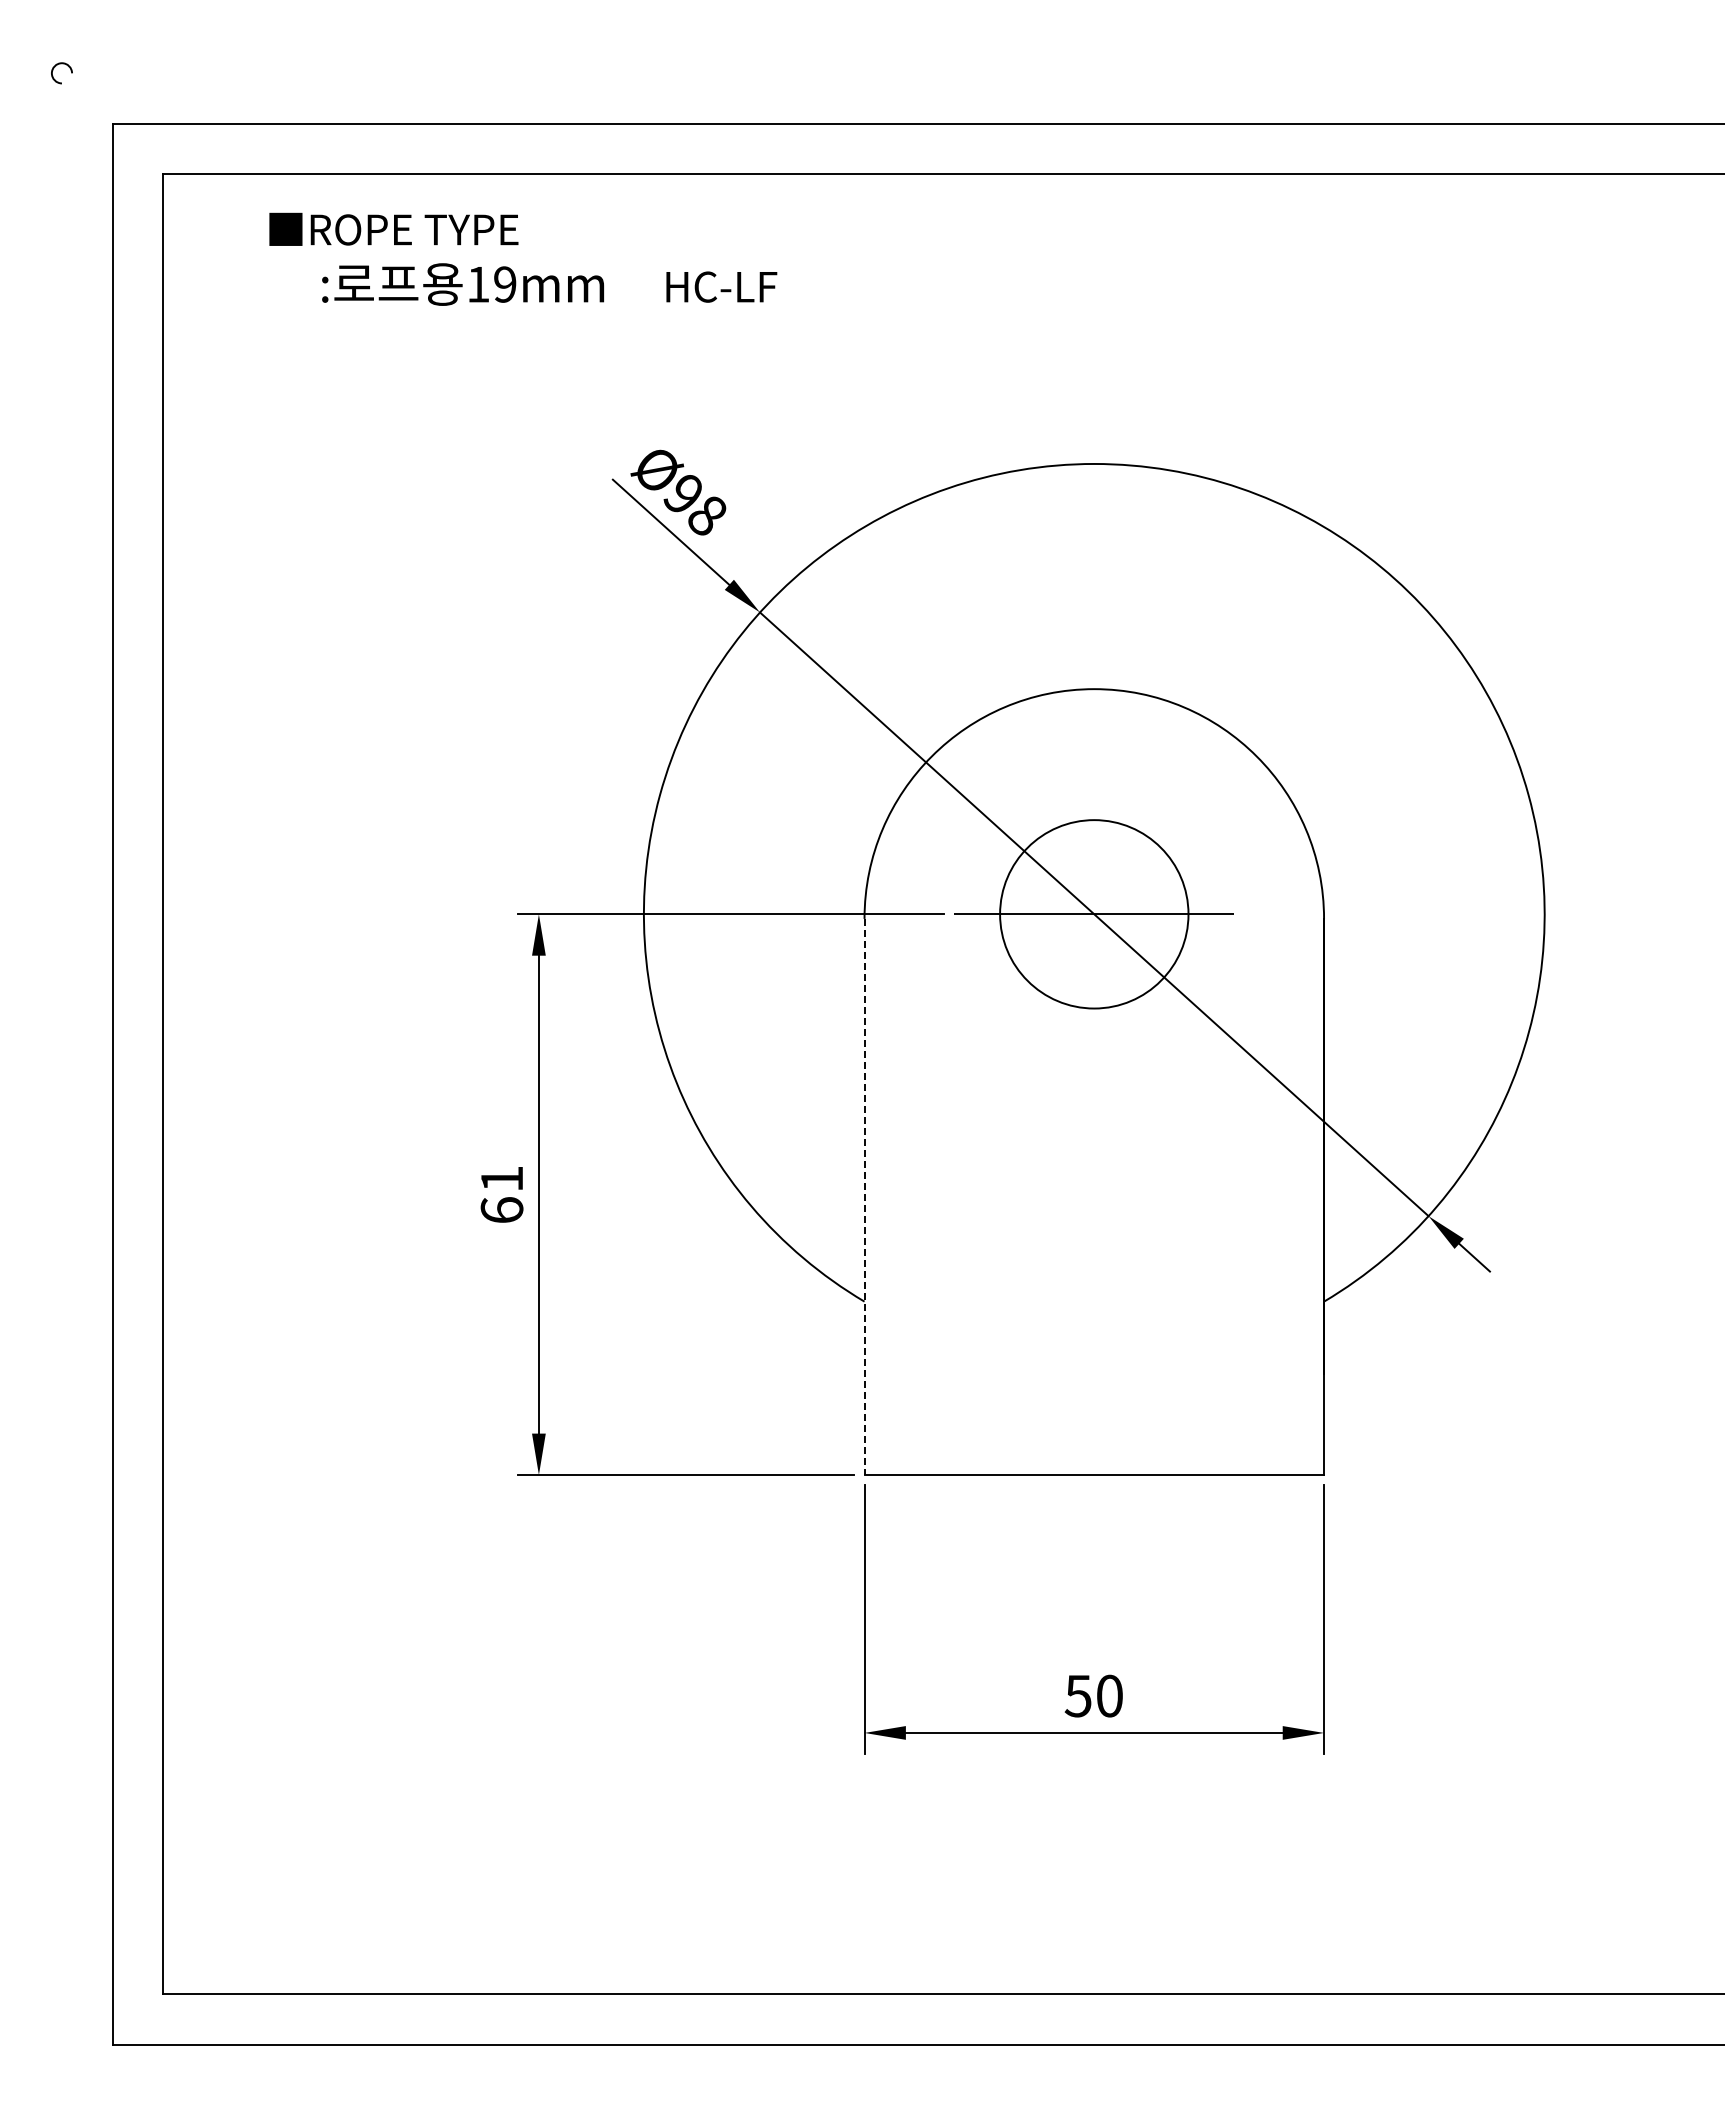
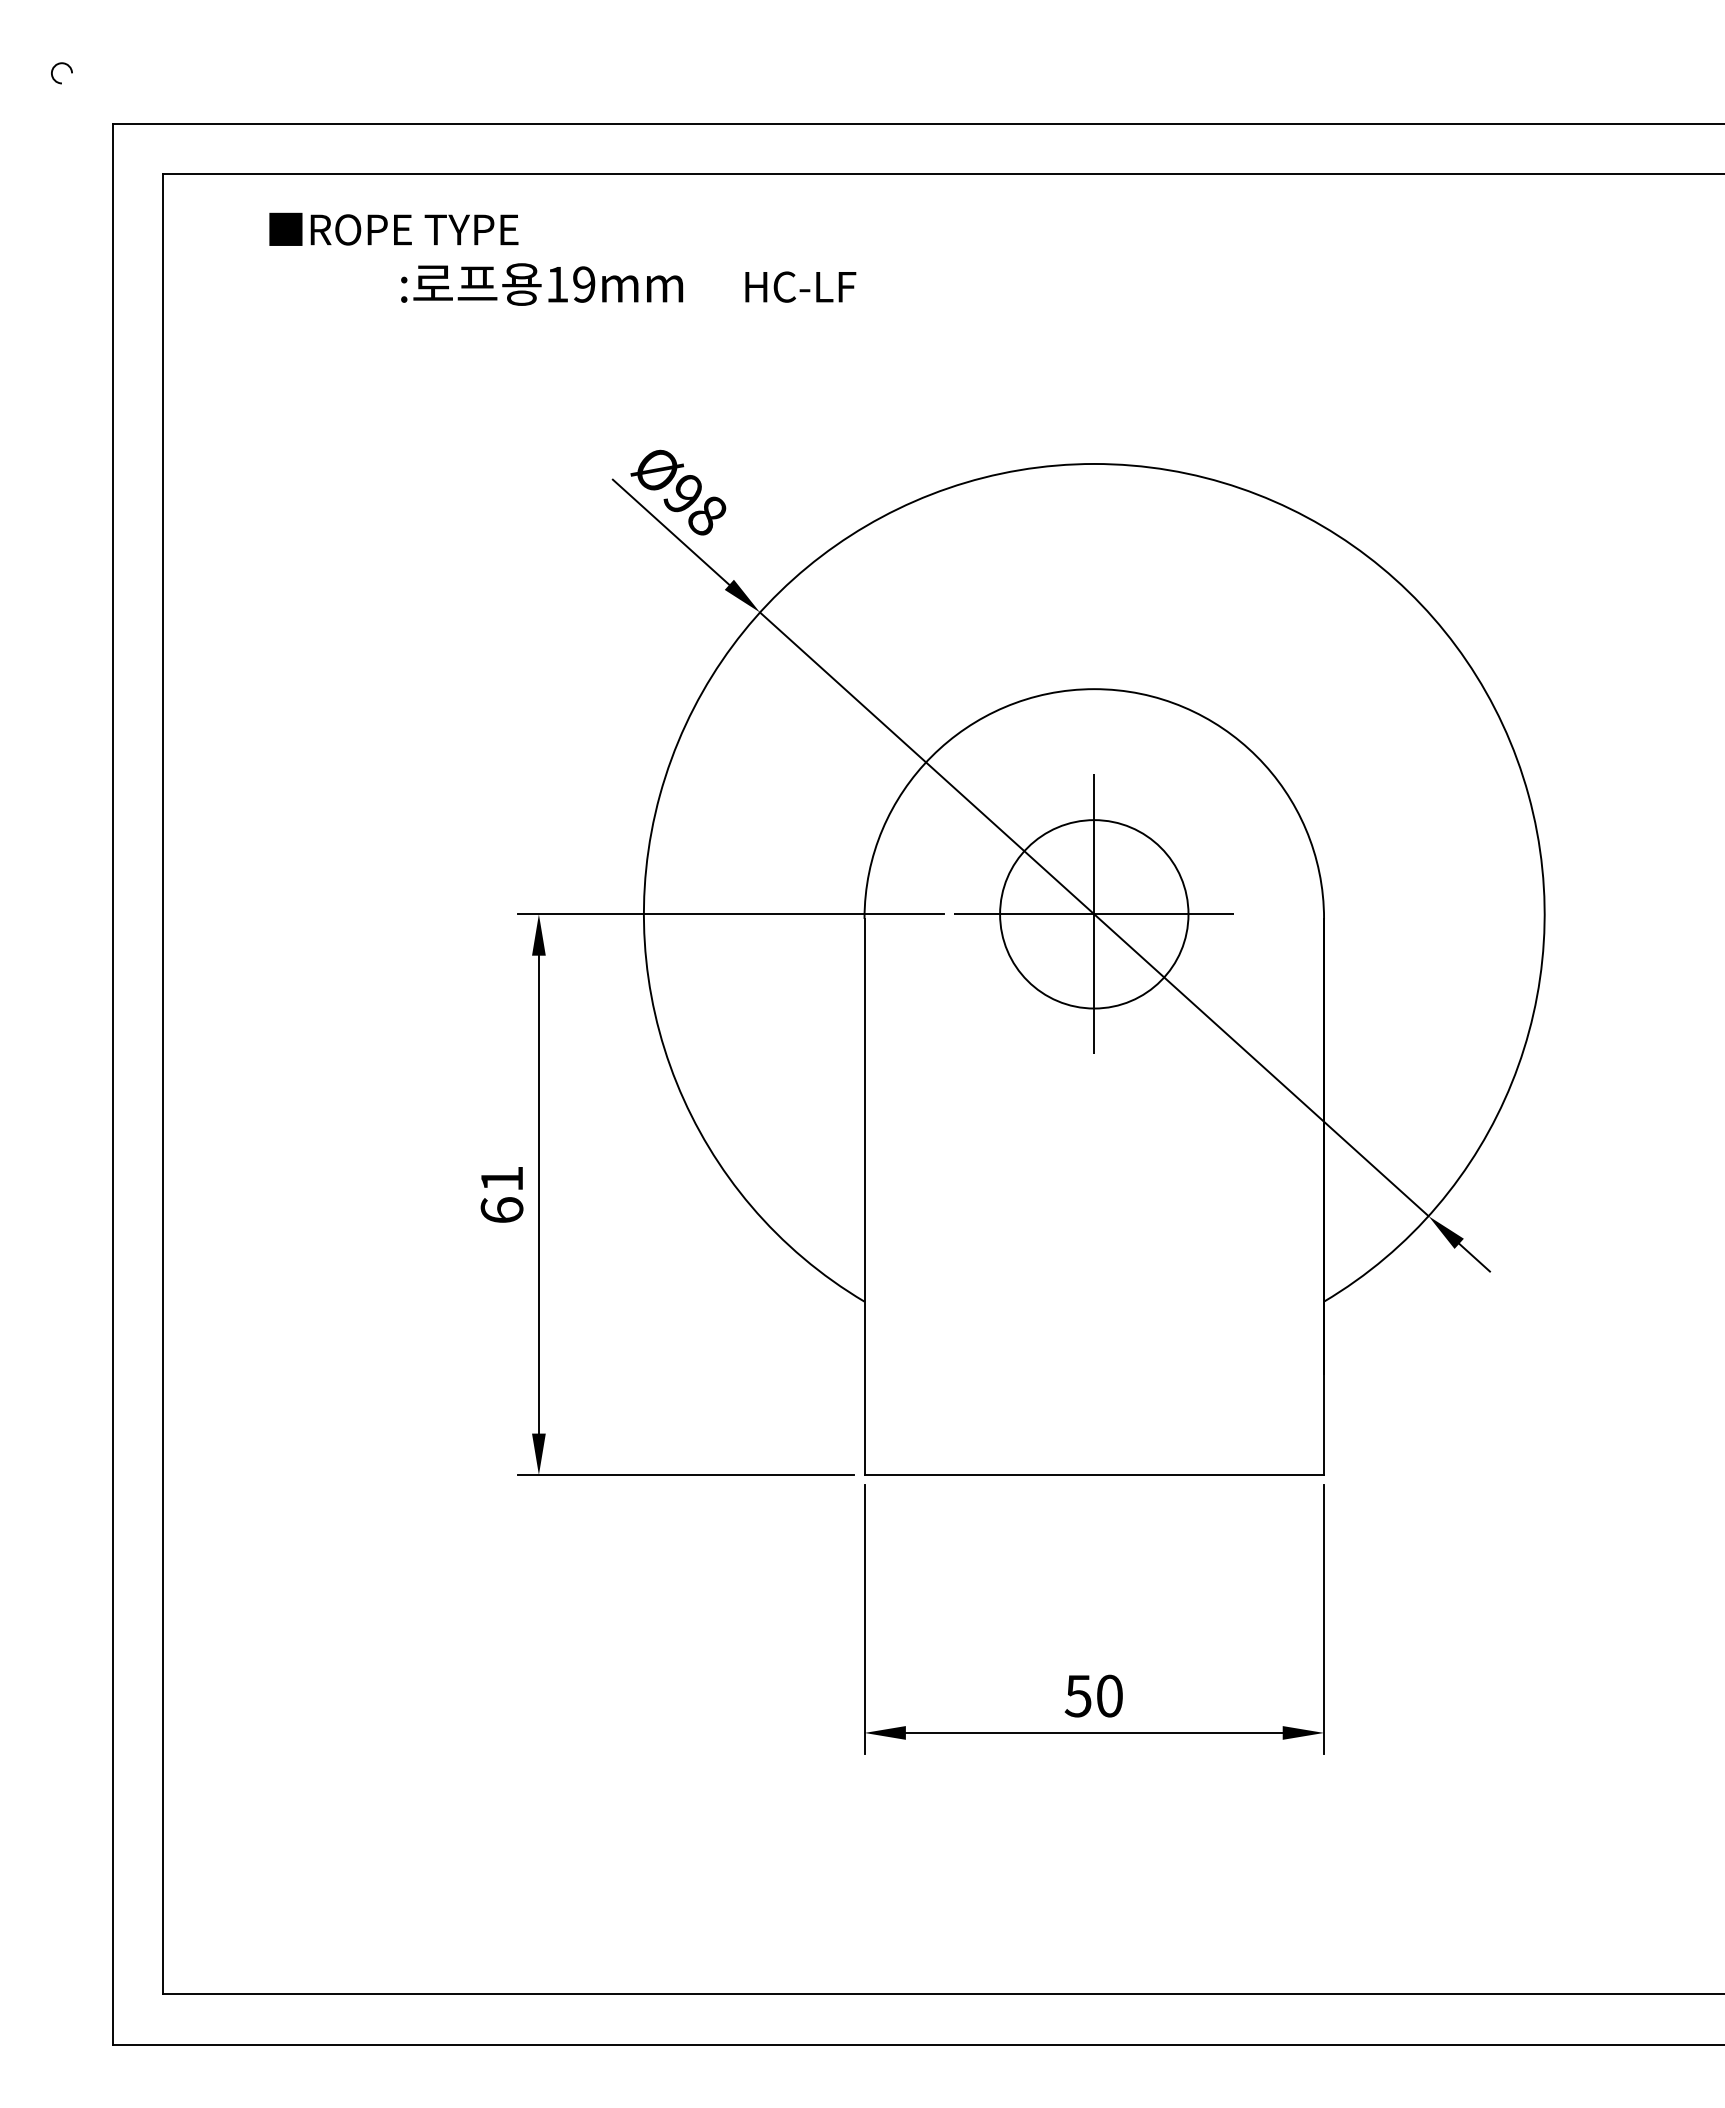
text at (549, 284) position: (549, 284) -> (628, 284)
line at (1094, 914): none -> present
line at (864, 1197): dashed -> solid
